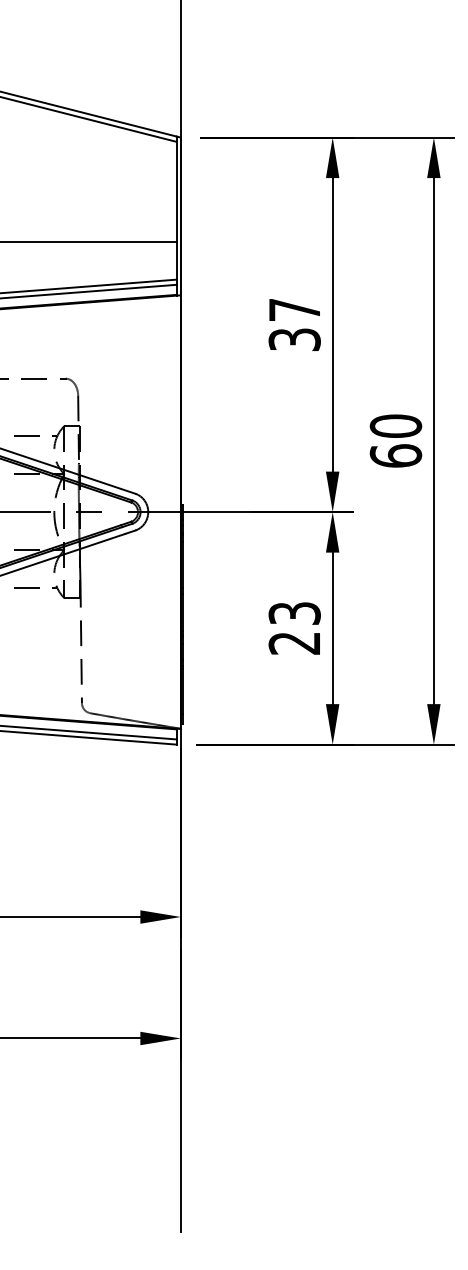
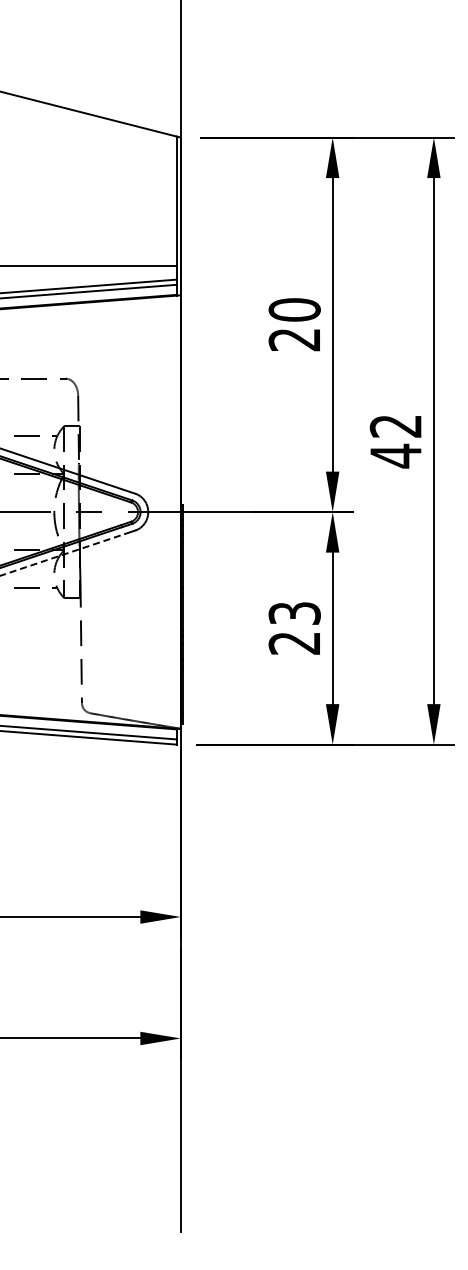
line at (89, 119): present -> none
line at (89, 241) position: (89, 241) -> (89, 265)
text at (294, 324): 37 -> 20
text at (395, 441): 60 -> 42
line at (62, 554): solid -> dashed
